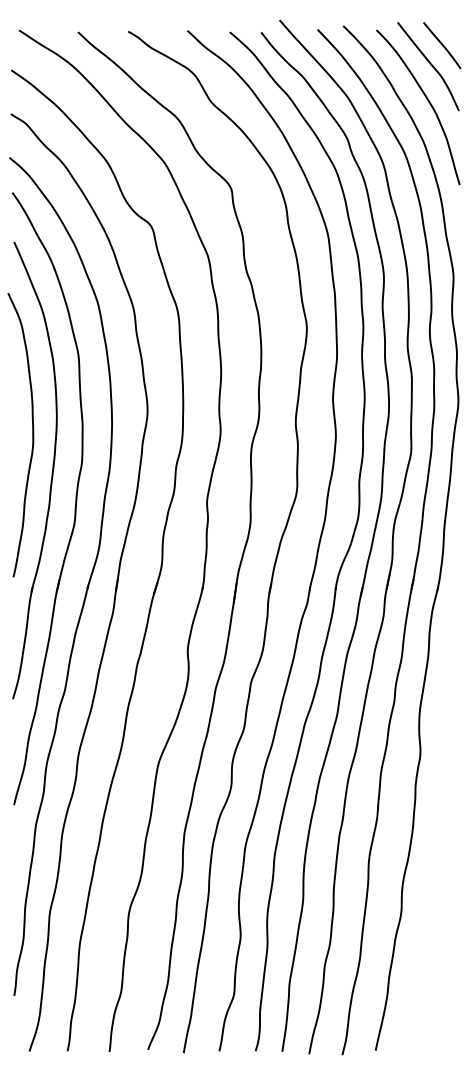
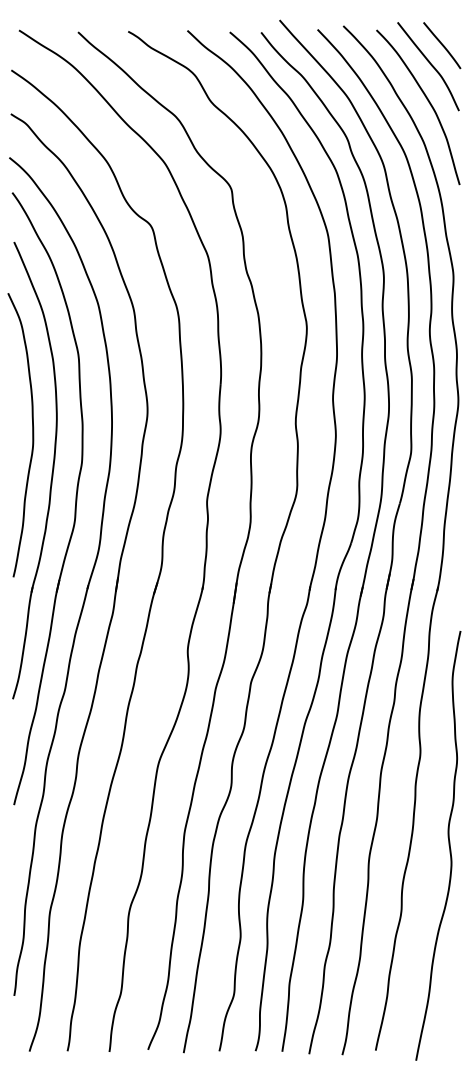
curve at (448, 845): none -> present
